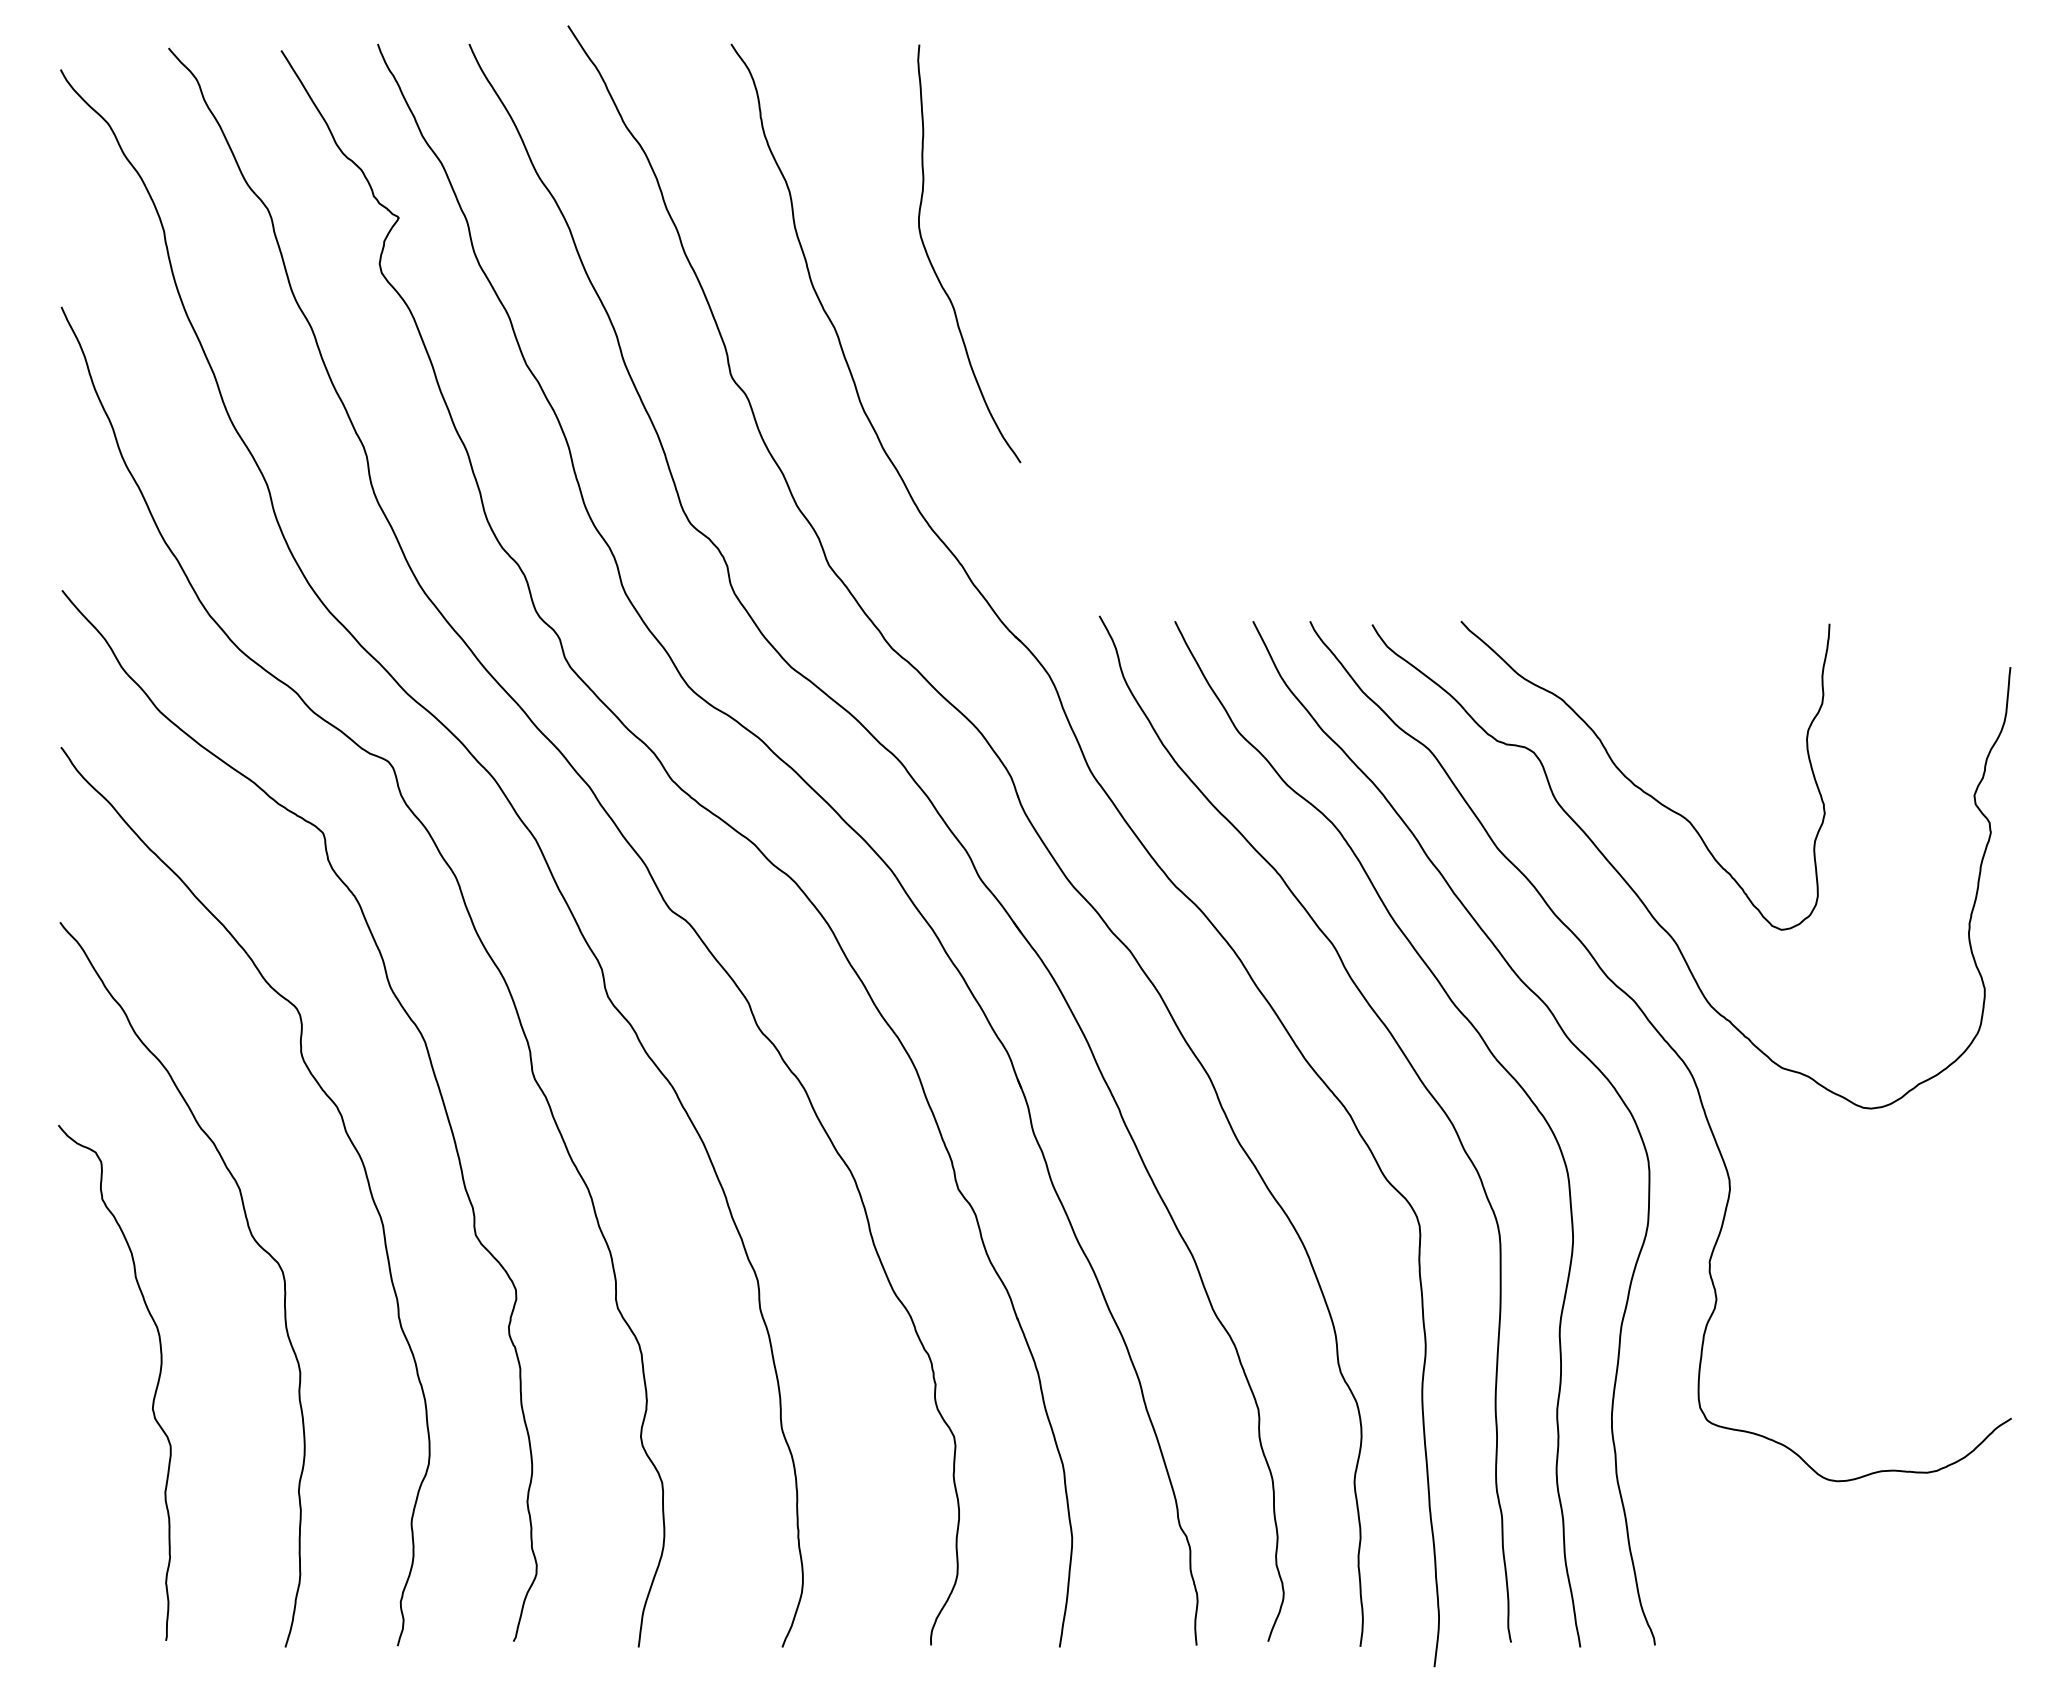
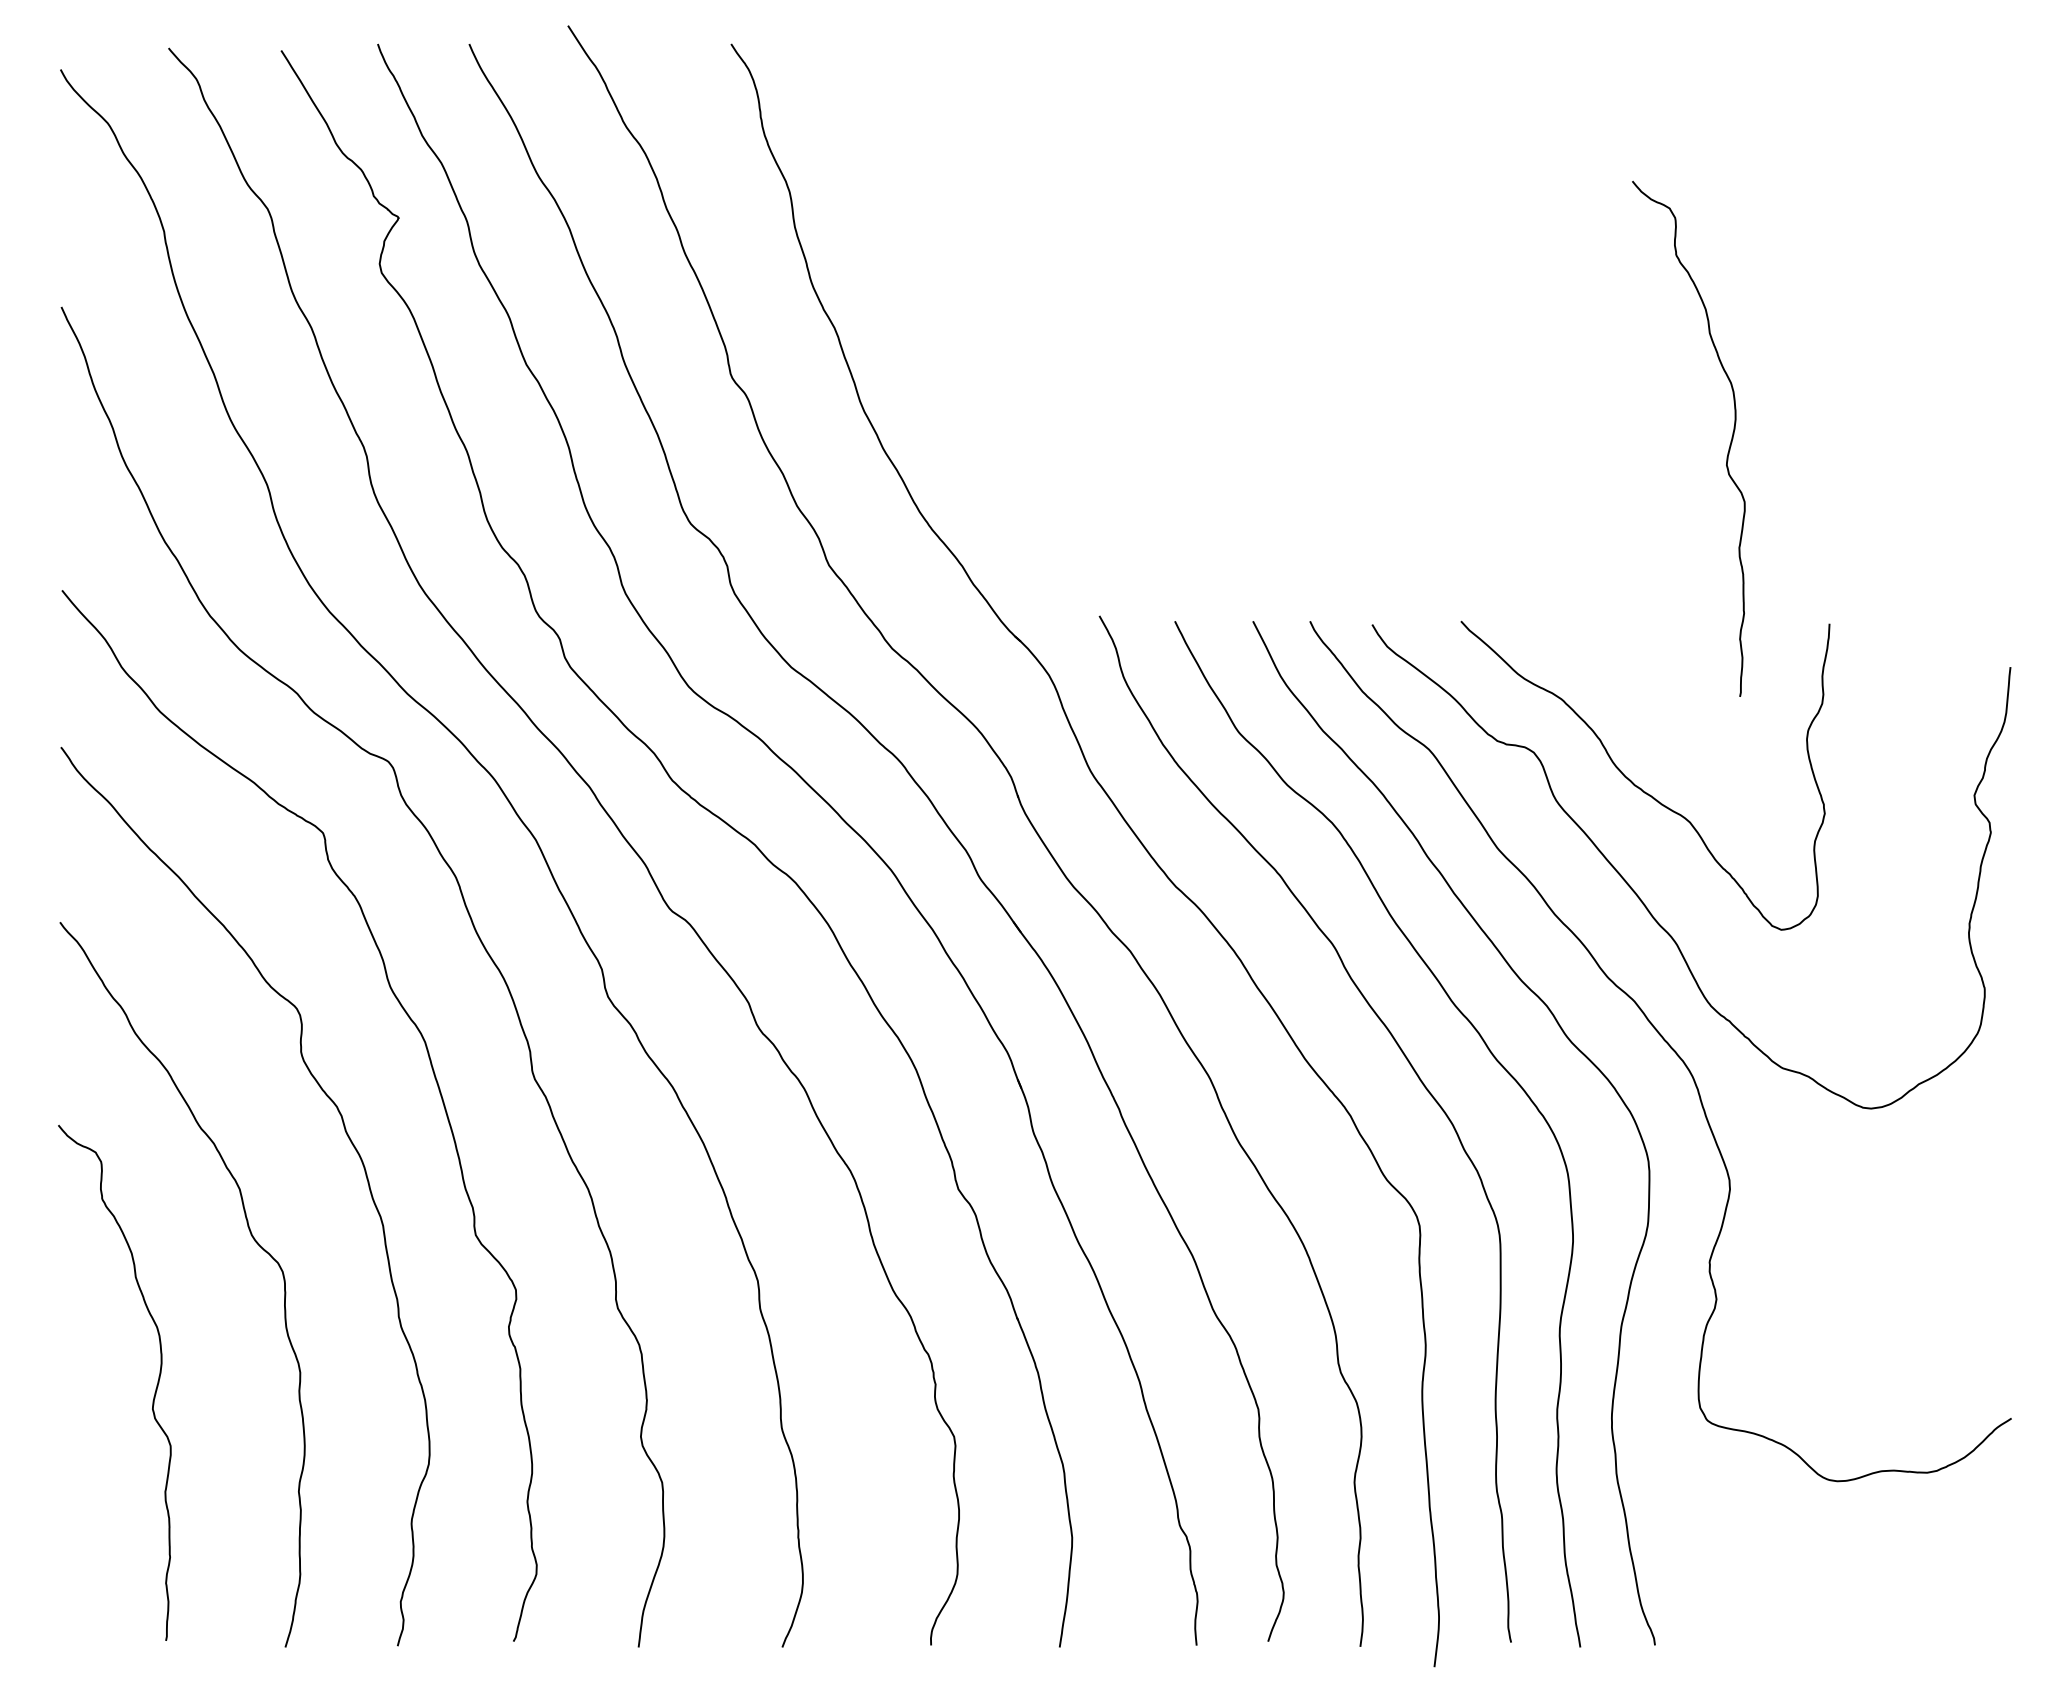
curve at (935, 270): present -> none
curve at (1728, 448): none -> present
